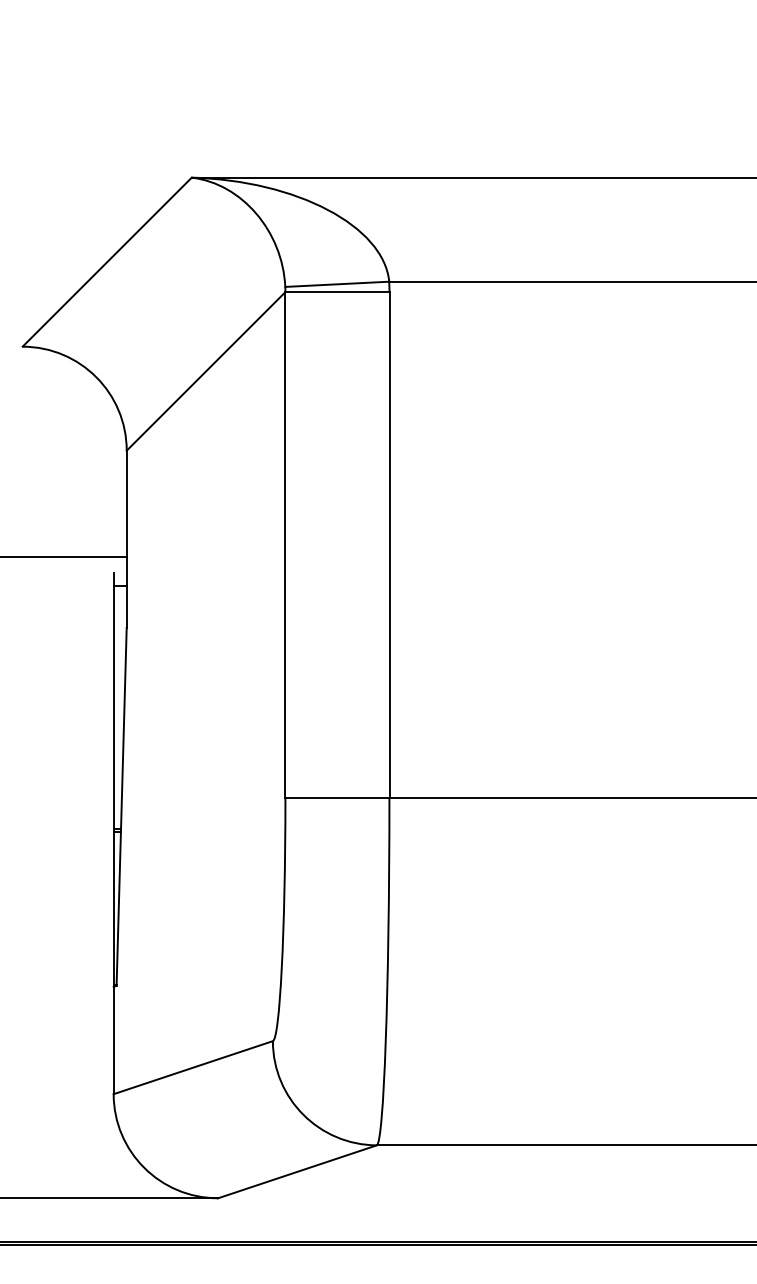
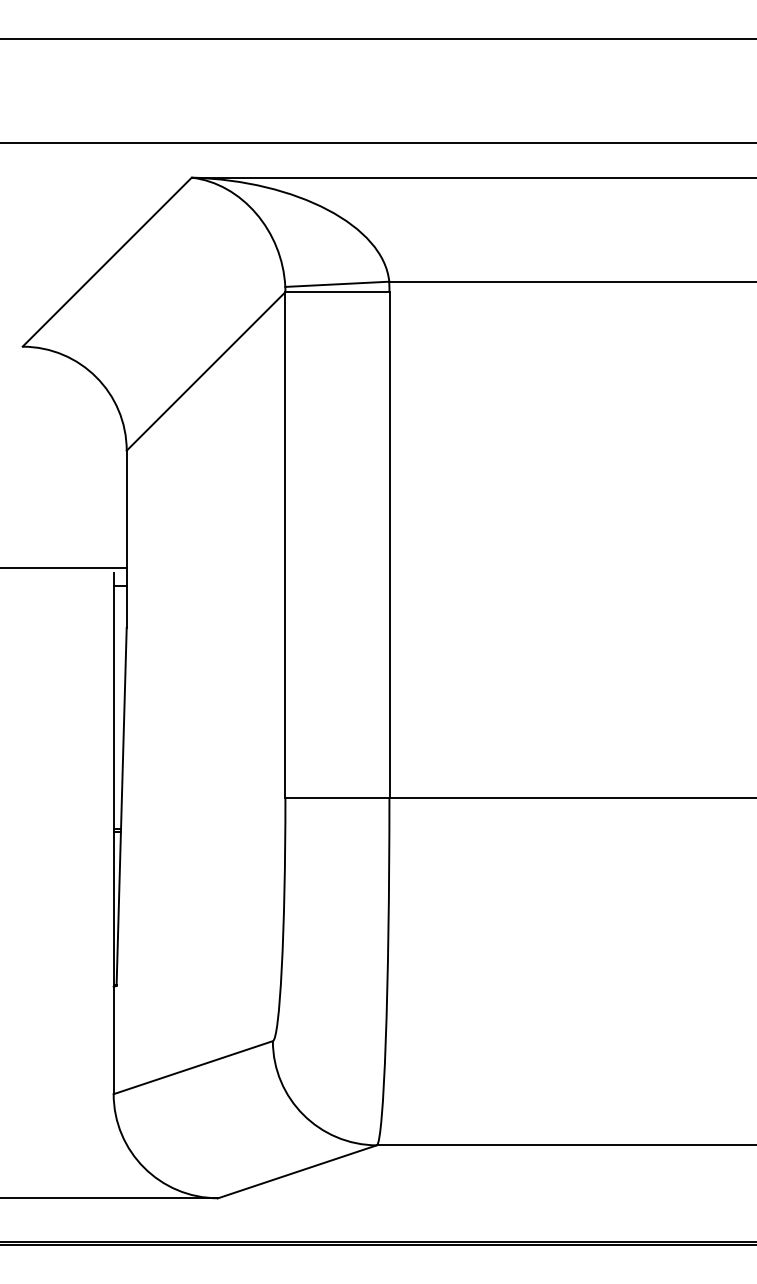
line at (377, 38): none -> present
line at (377, 142): none -> present
line at (64, 557) position: (64, 557) -> (64, 568)
